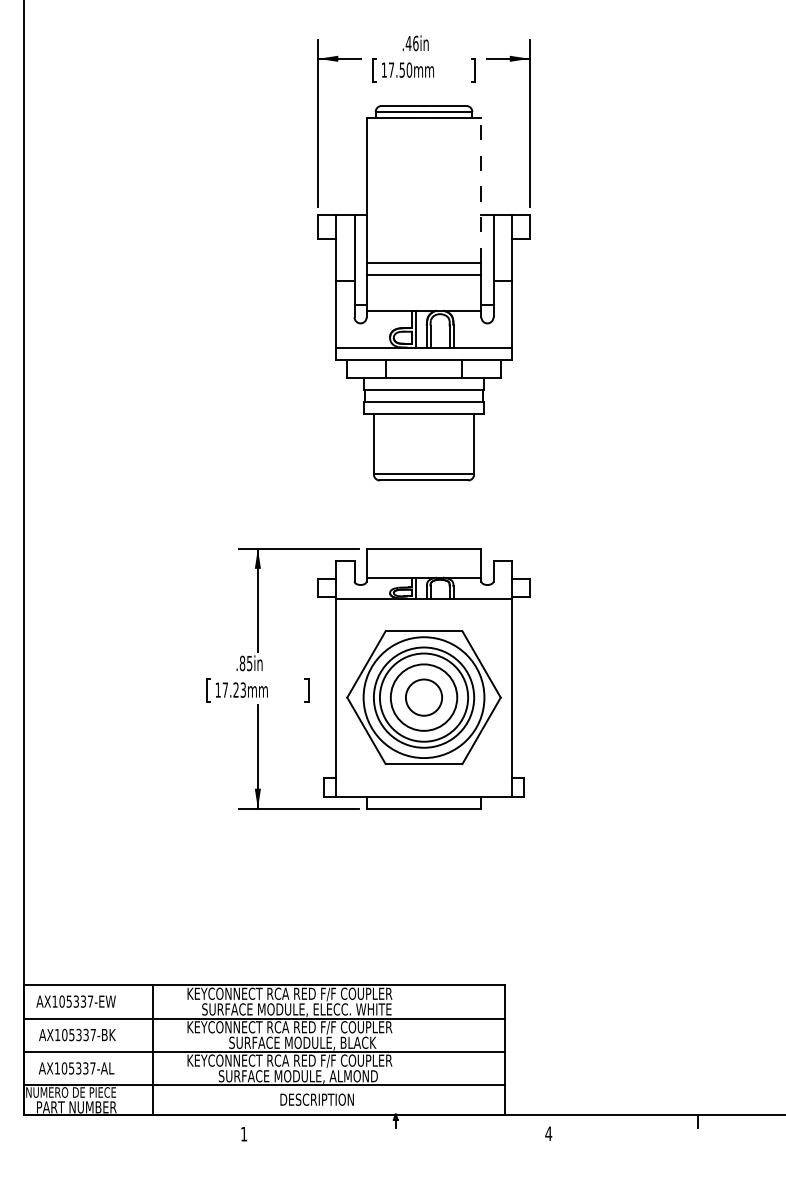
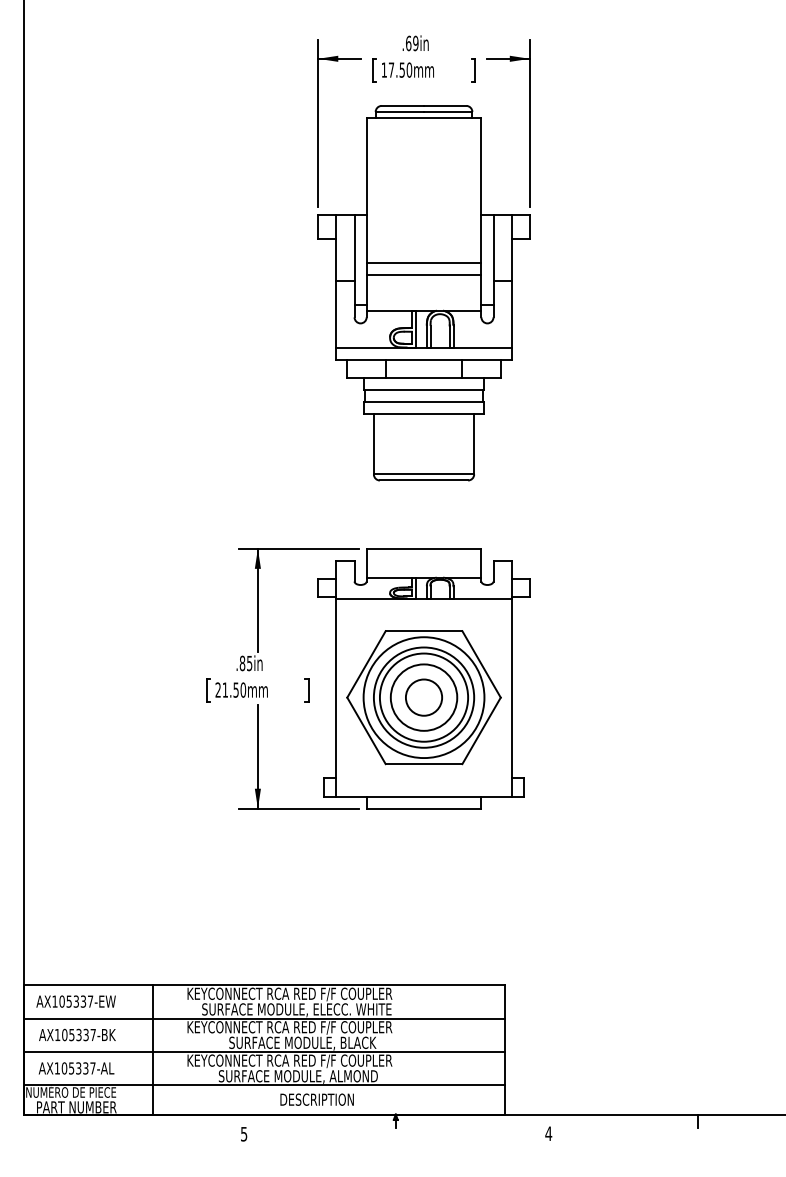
text at (411, 43): .46in -> .69in
line at (481, 190): dashed -> solid
text at (230, 689): 17.23mm -> 21.50mm
text at (244, 1134): 1 -> 5
